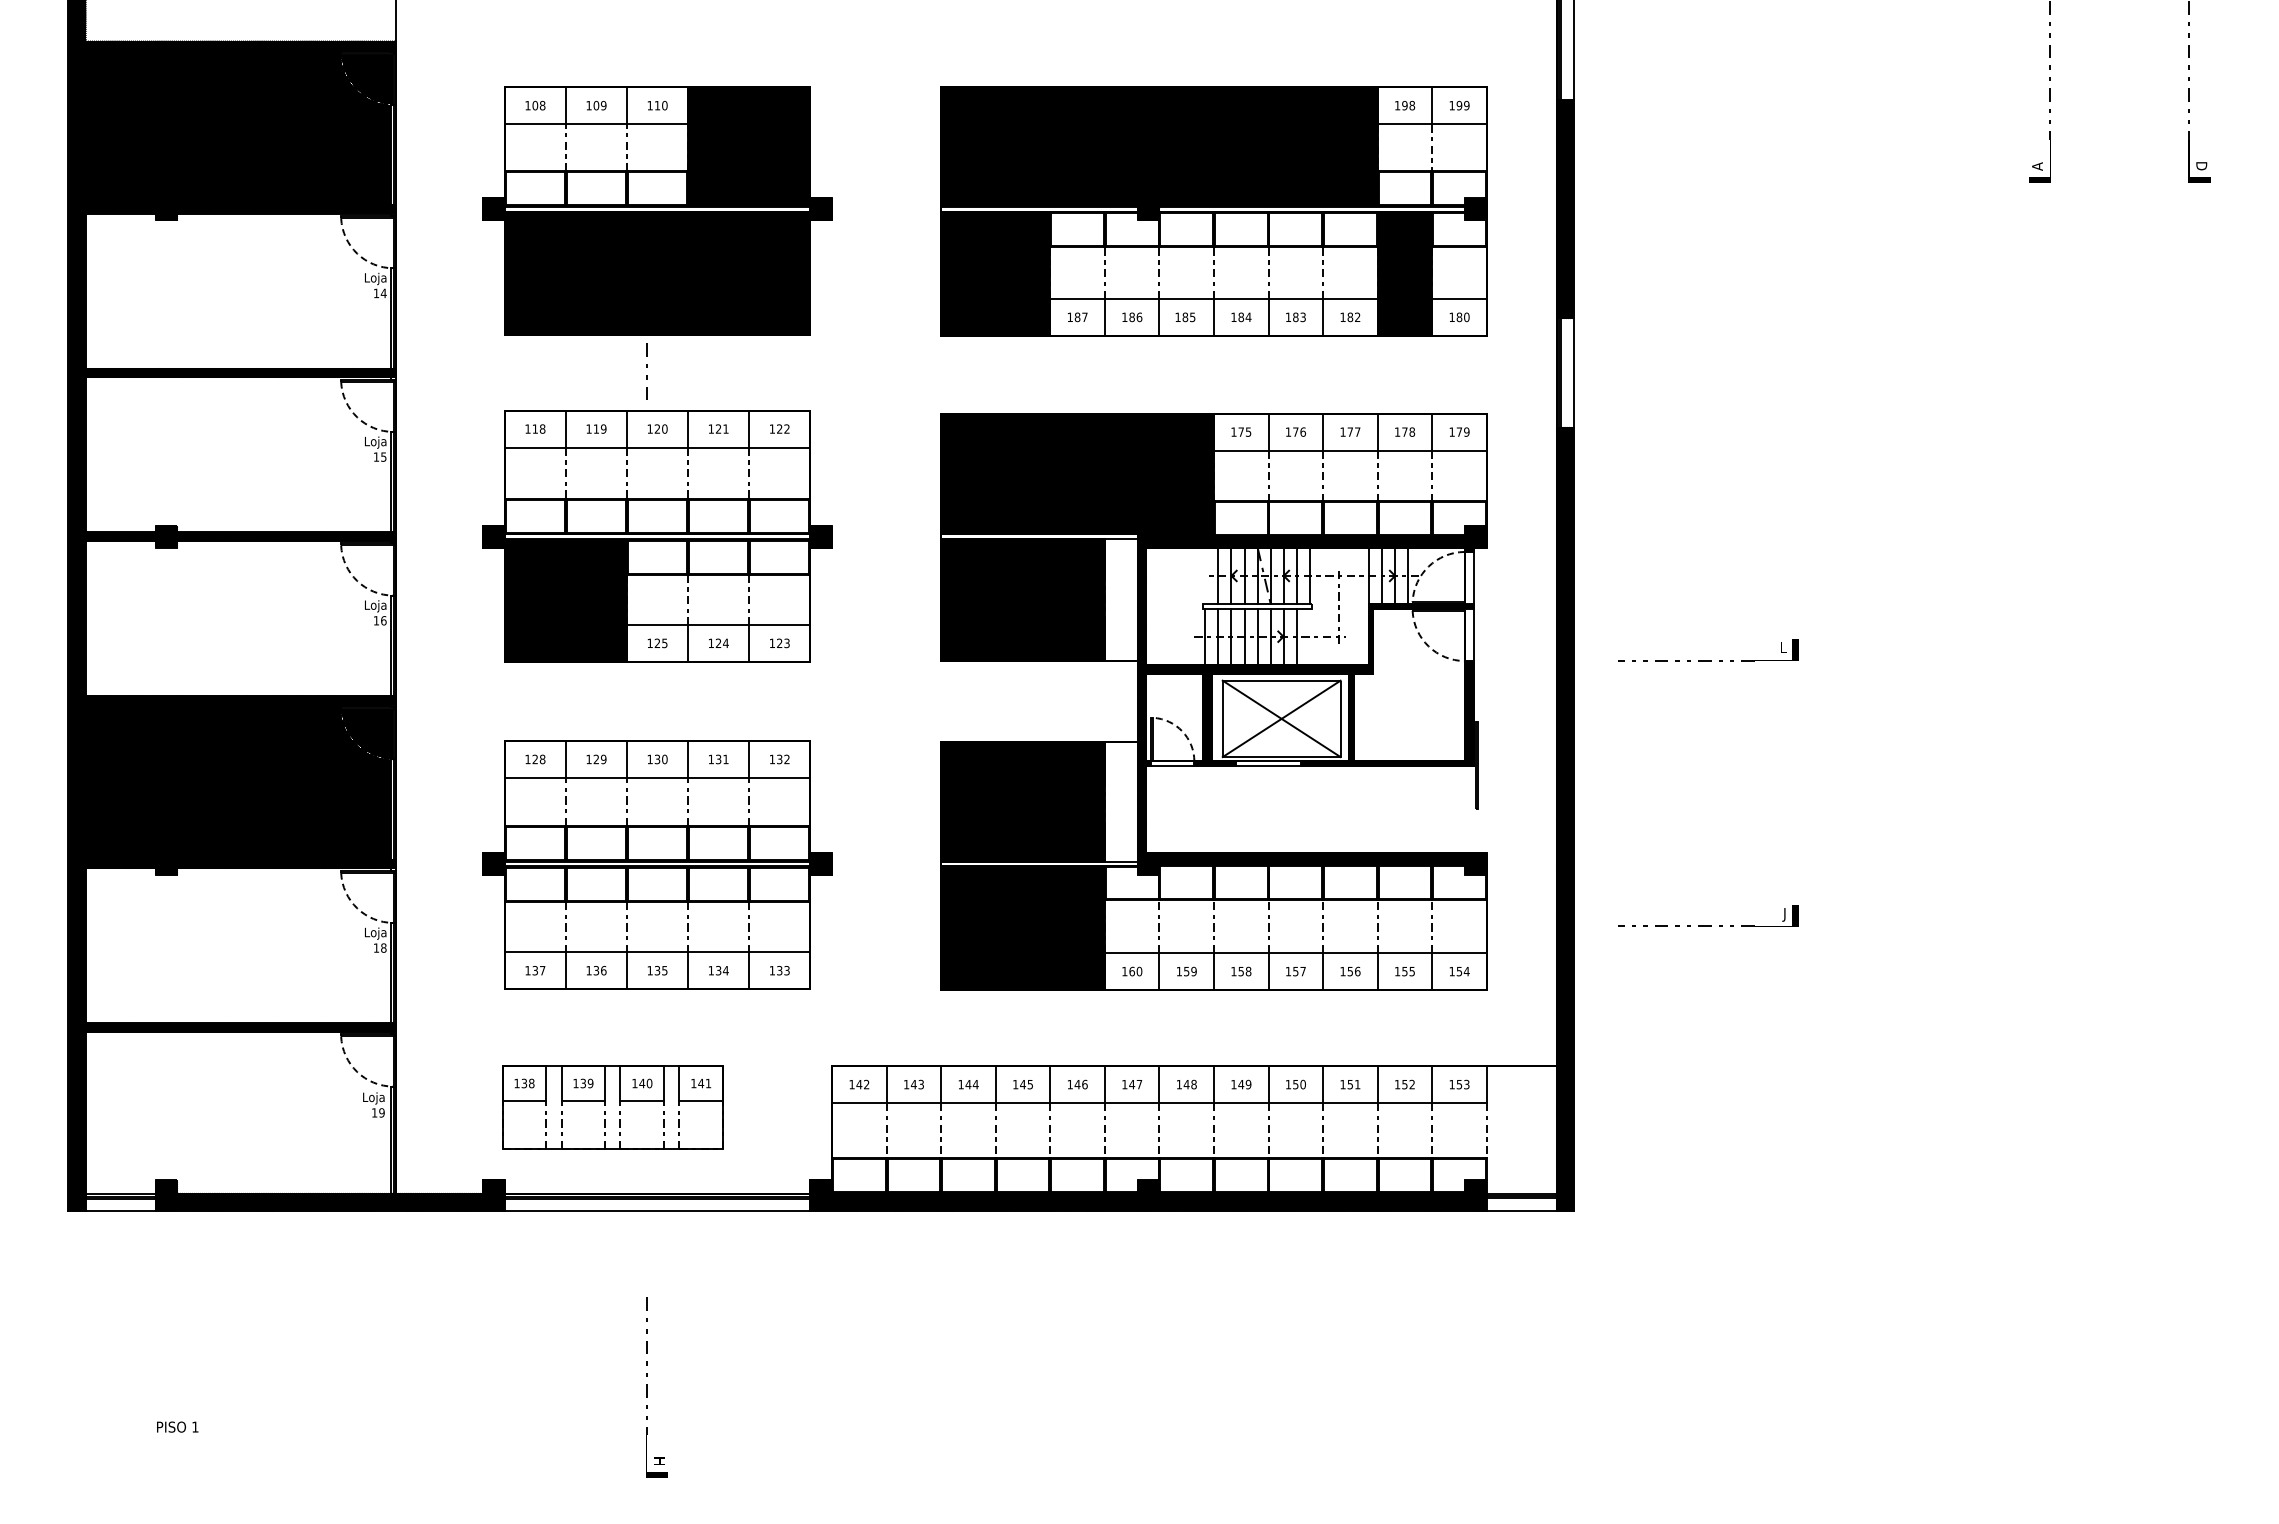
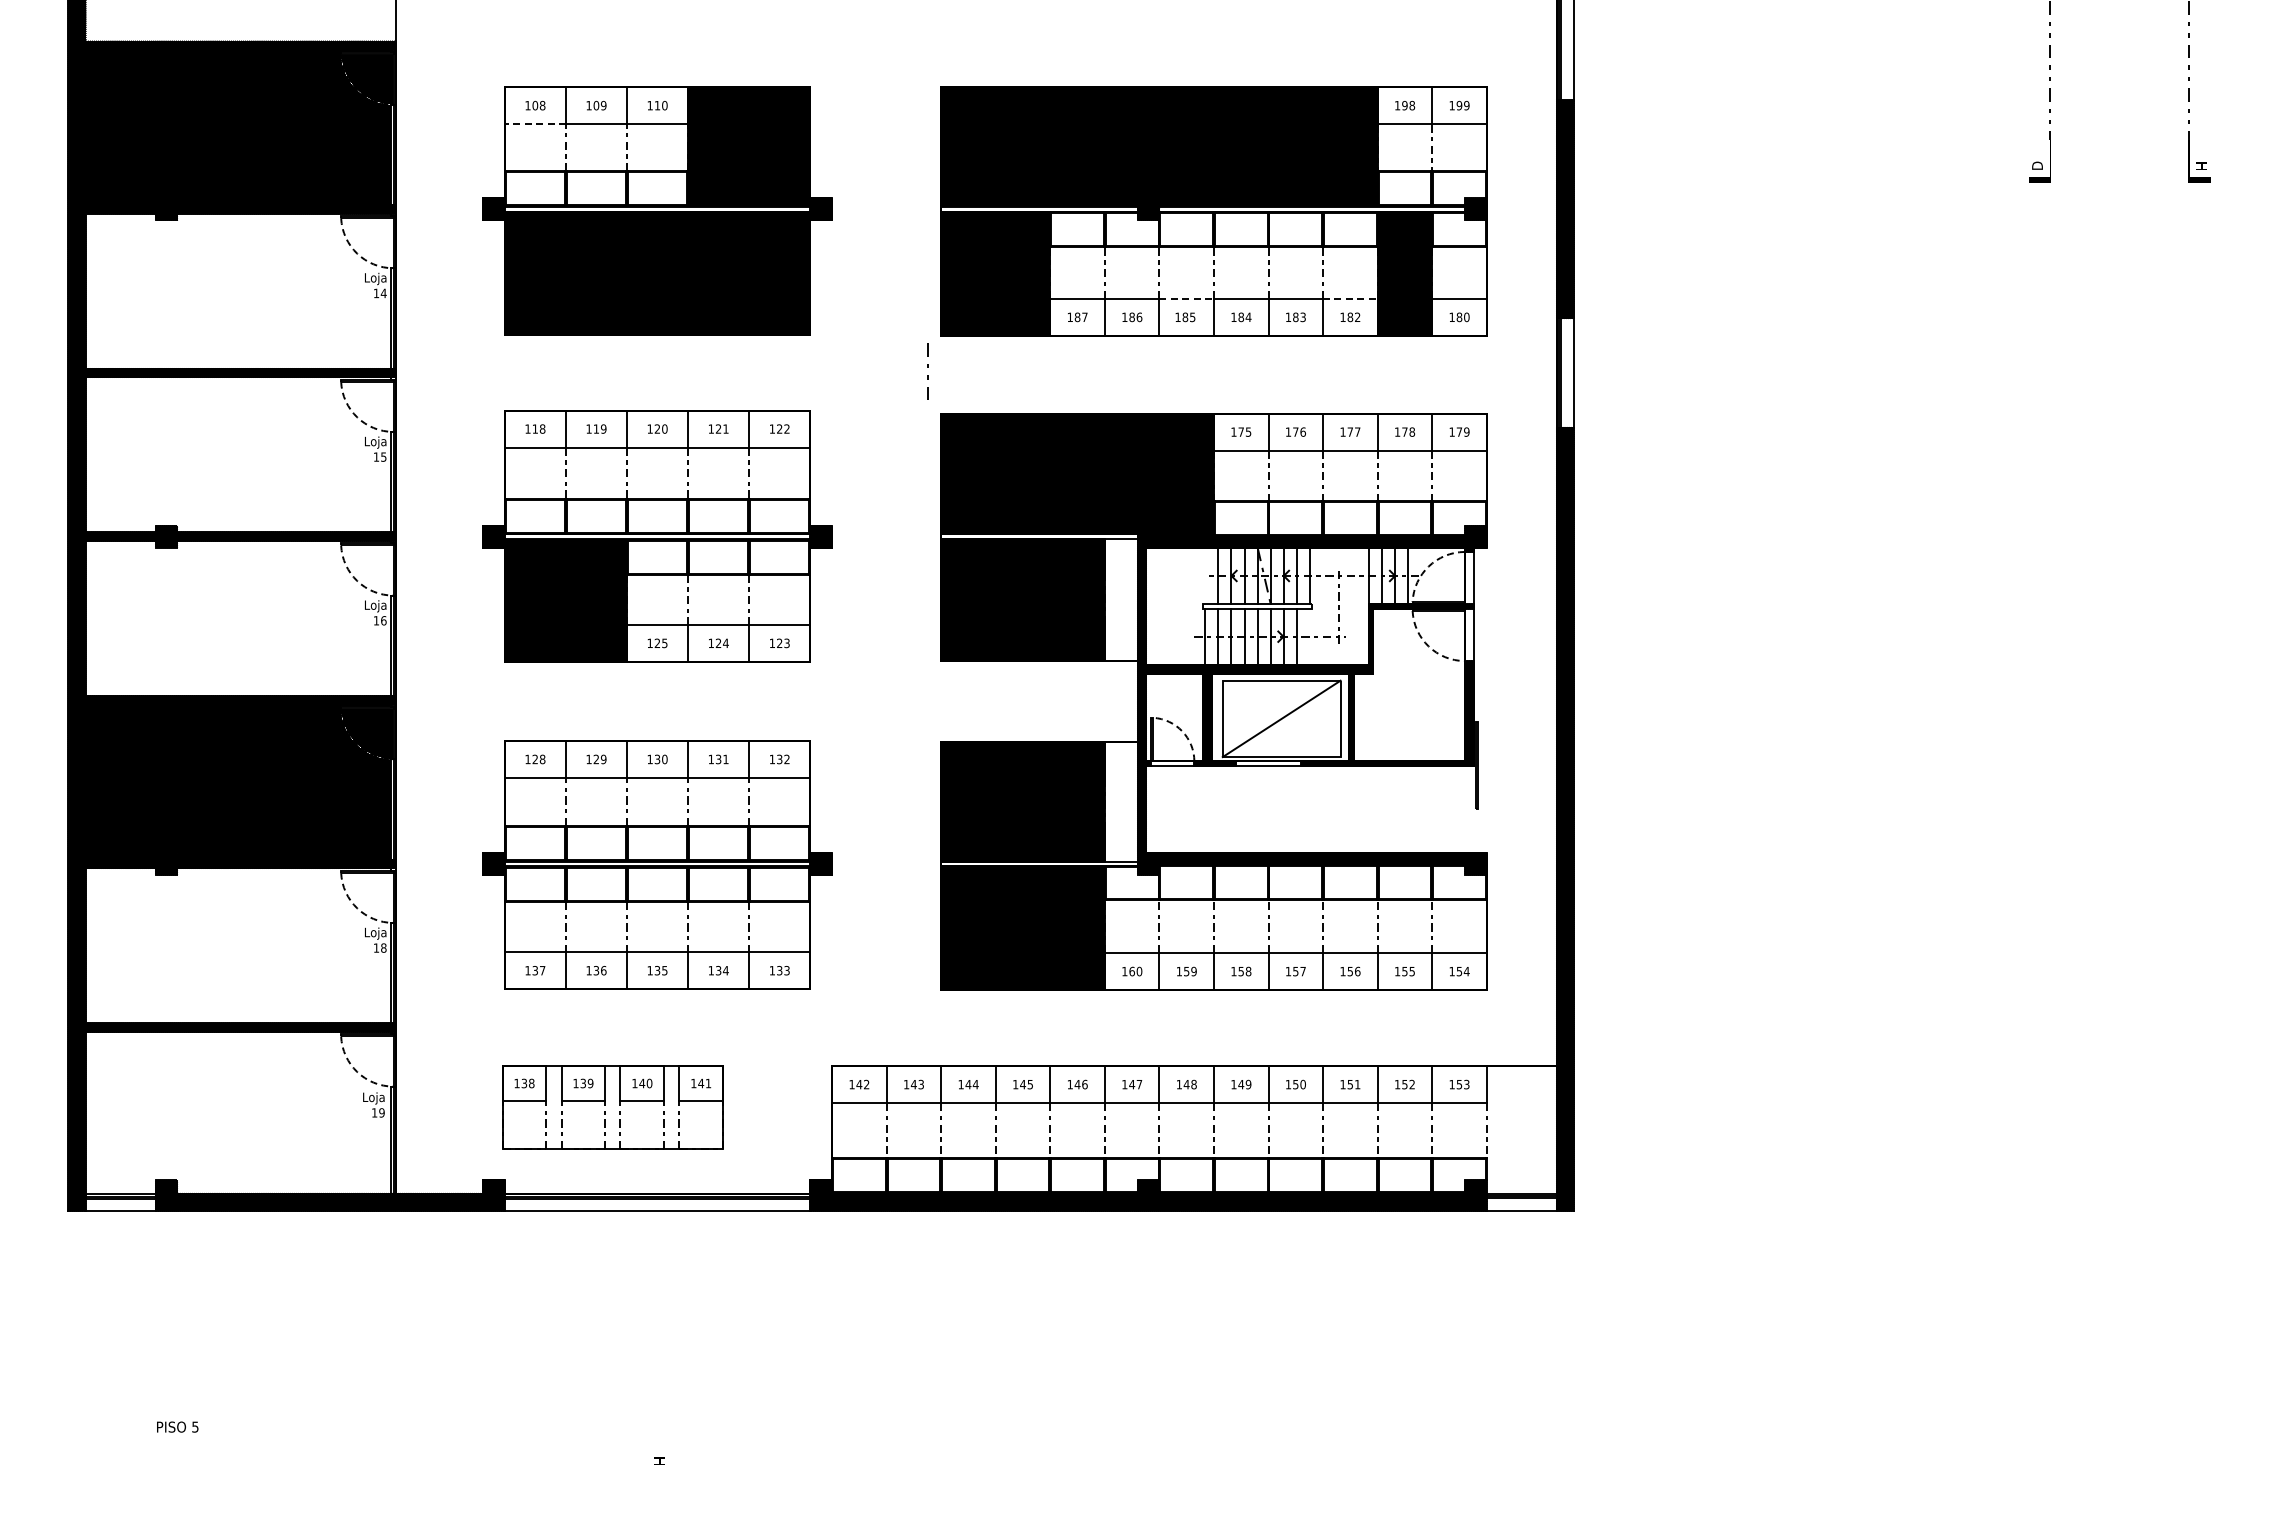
line at (535, 124): solid -> dashed
text at (2037, 165): A -> D
text at (2201, 166): D -> H
line at (1187, 298): solid -> dashed
line at (1350, 298): solid -> dashed
line at (646, 367) position: (646, 367) -> (927, 367)
part at (1708, 660): present -> none
line at (1281, 718): present -> none
part at (1708, 925): present -> none
part at (647, 1387): present -> none
text at (195, 1426): 1 -> 5
